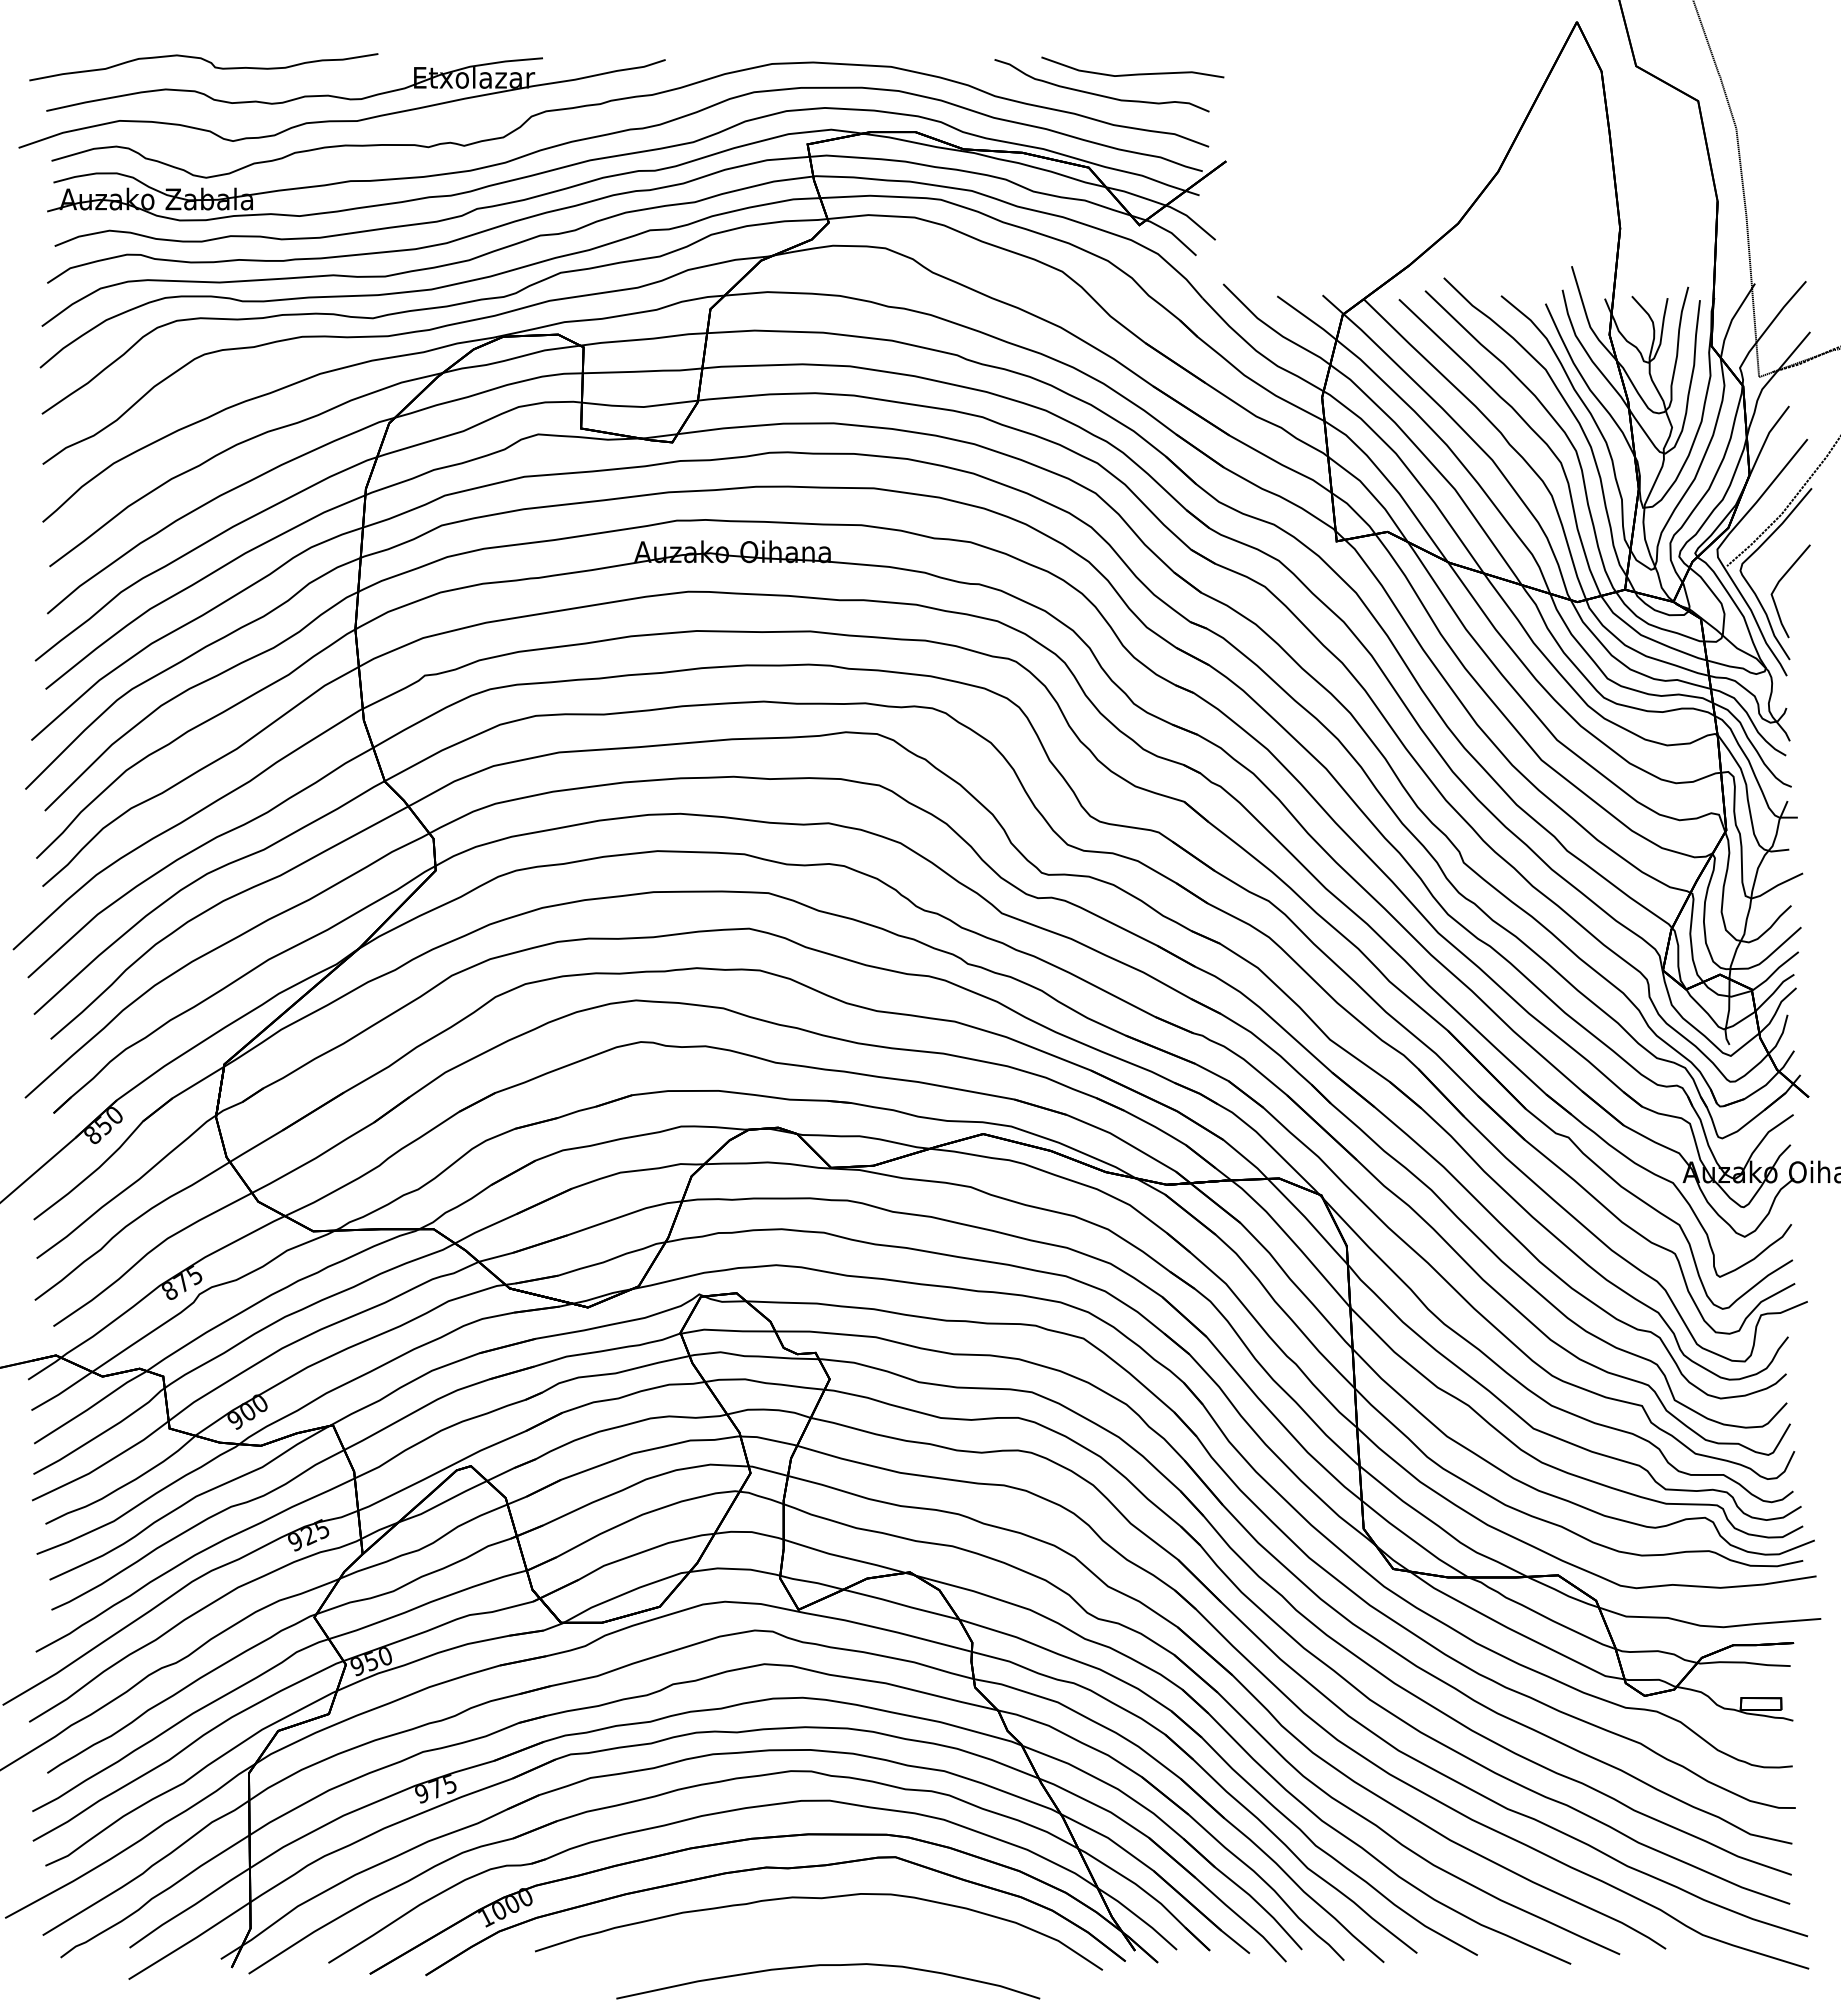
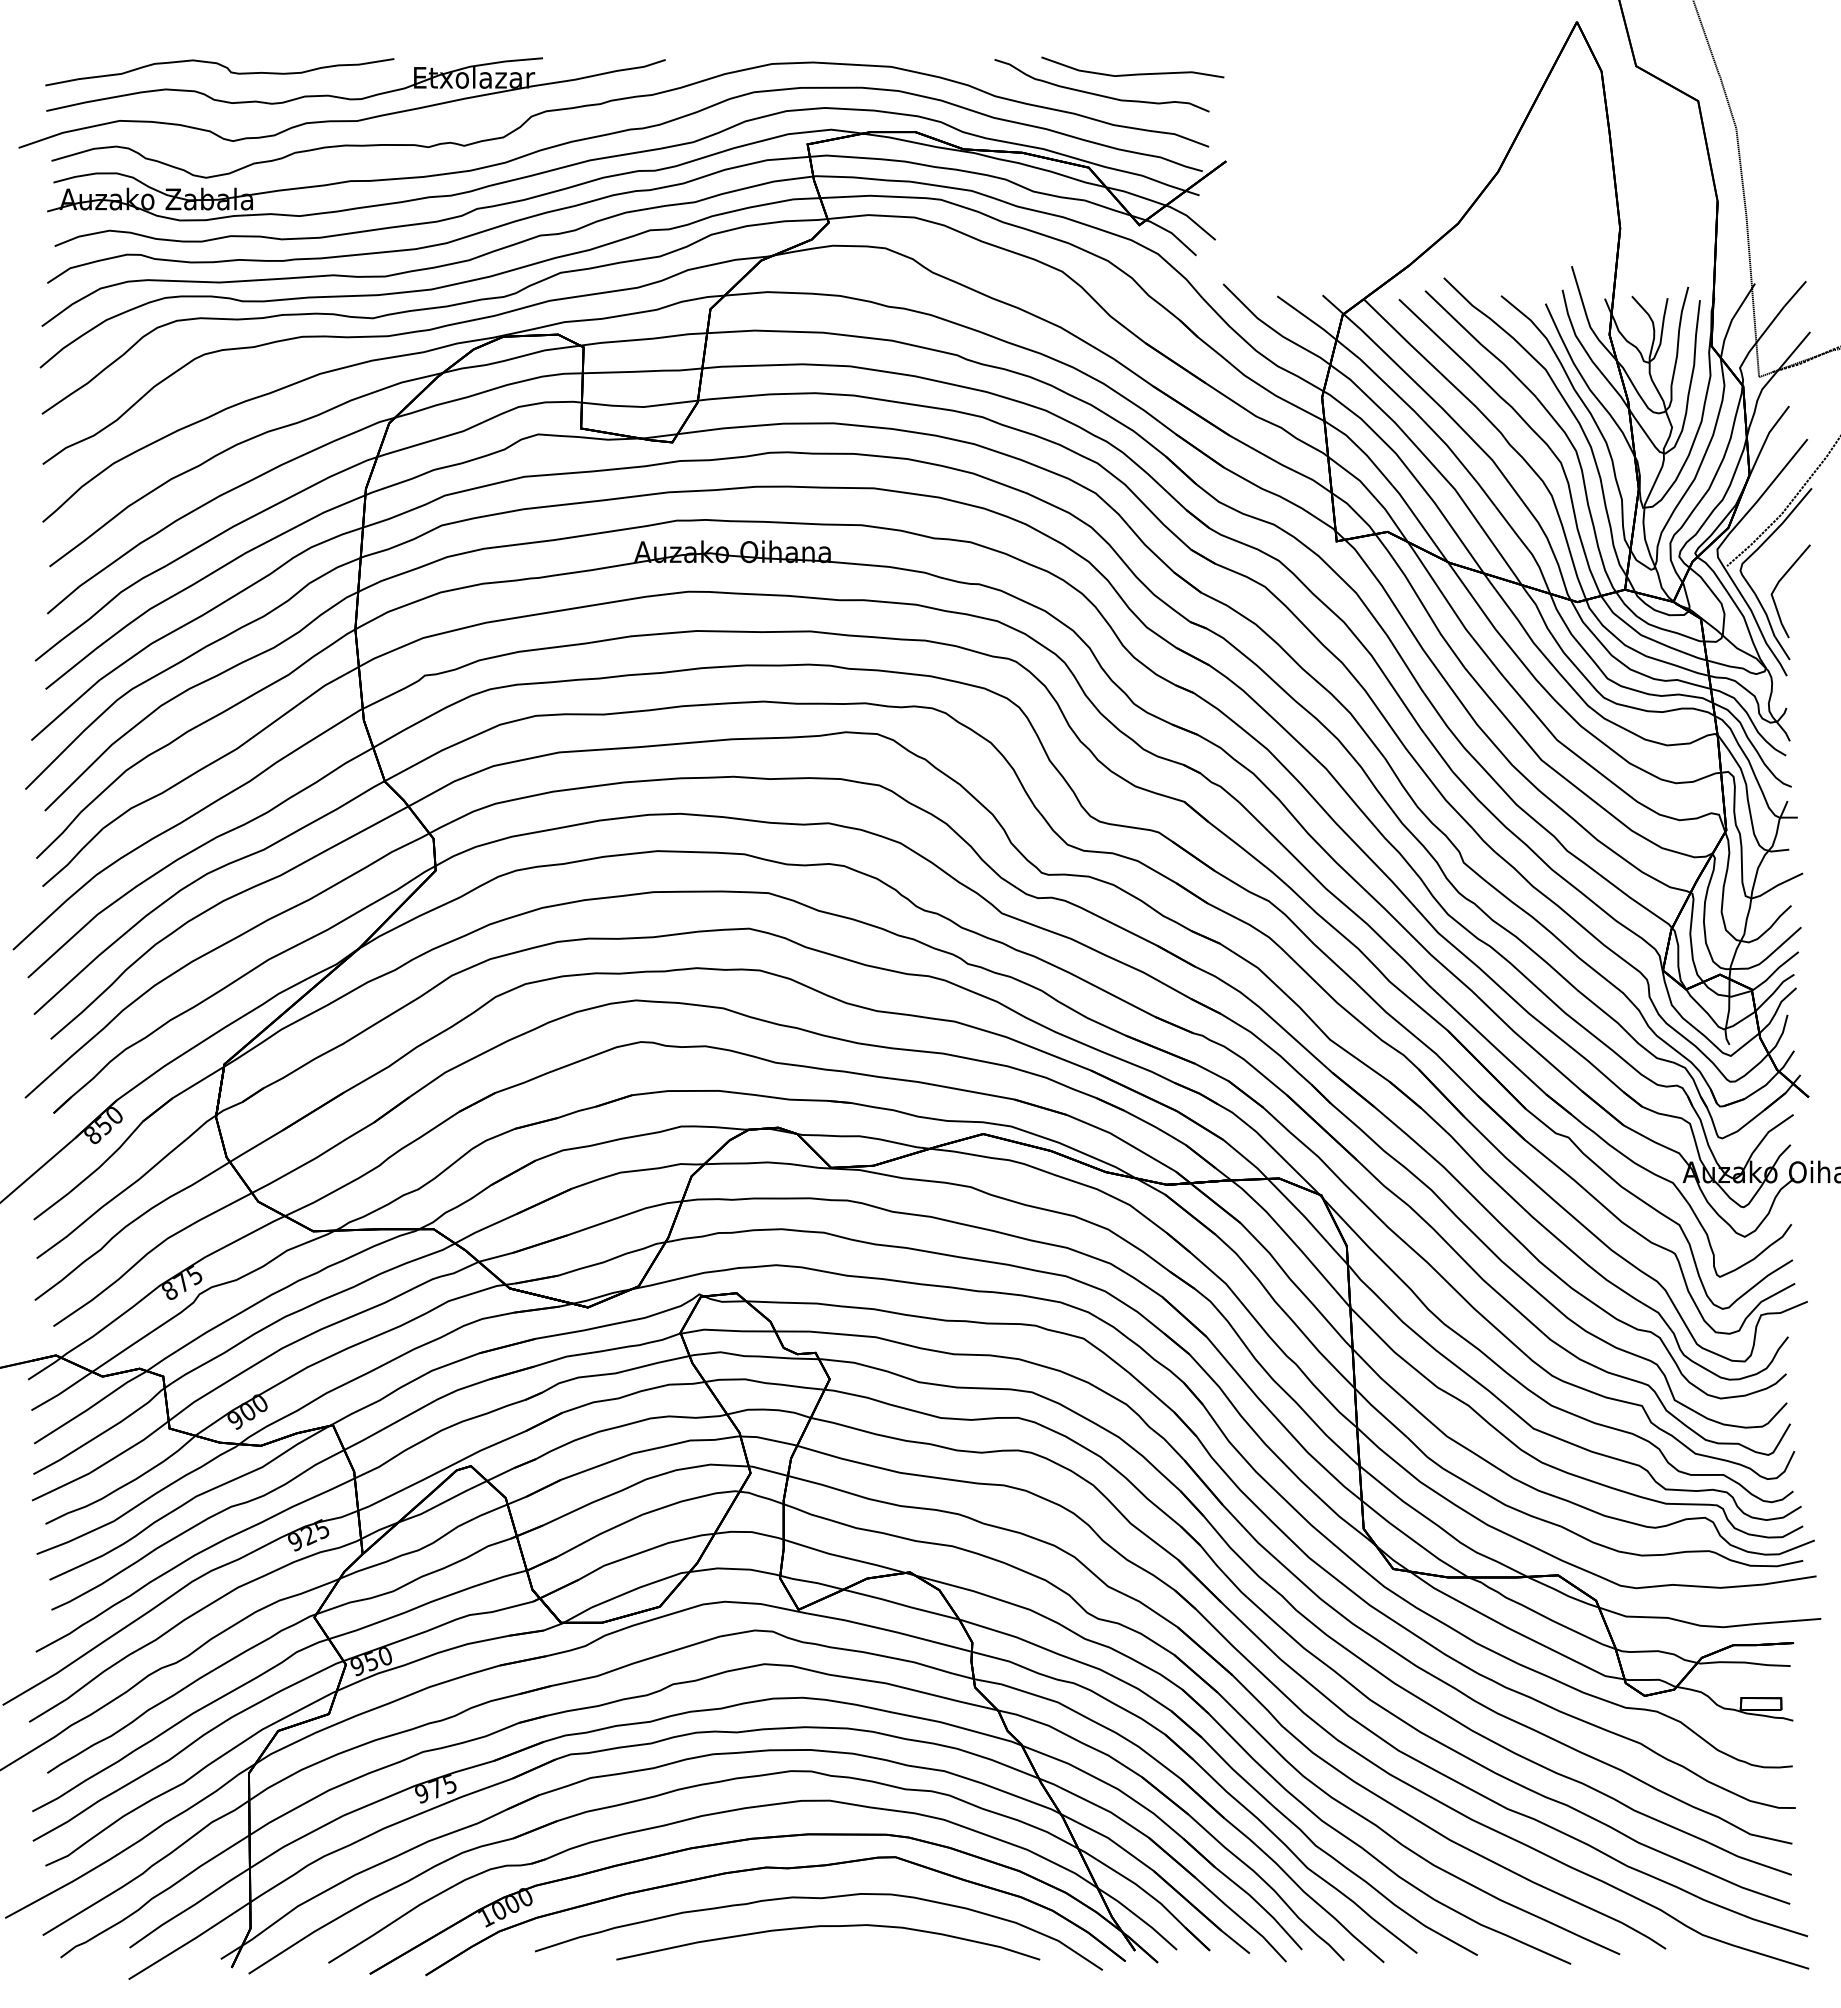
part at (205, 61) position: (205, 61) -> (221, 66)
part at (828, 1965) position: (828, 1965) -> (828, 1926)
